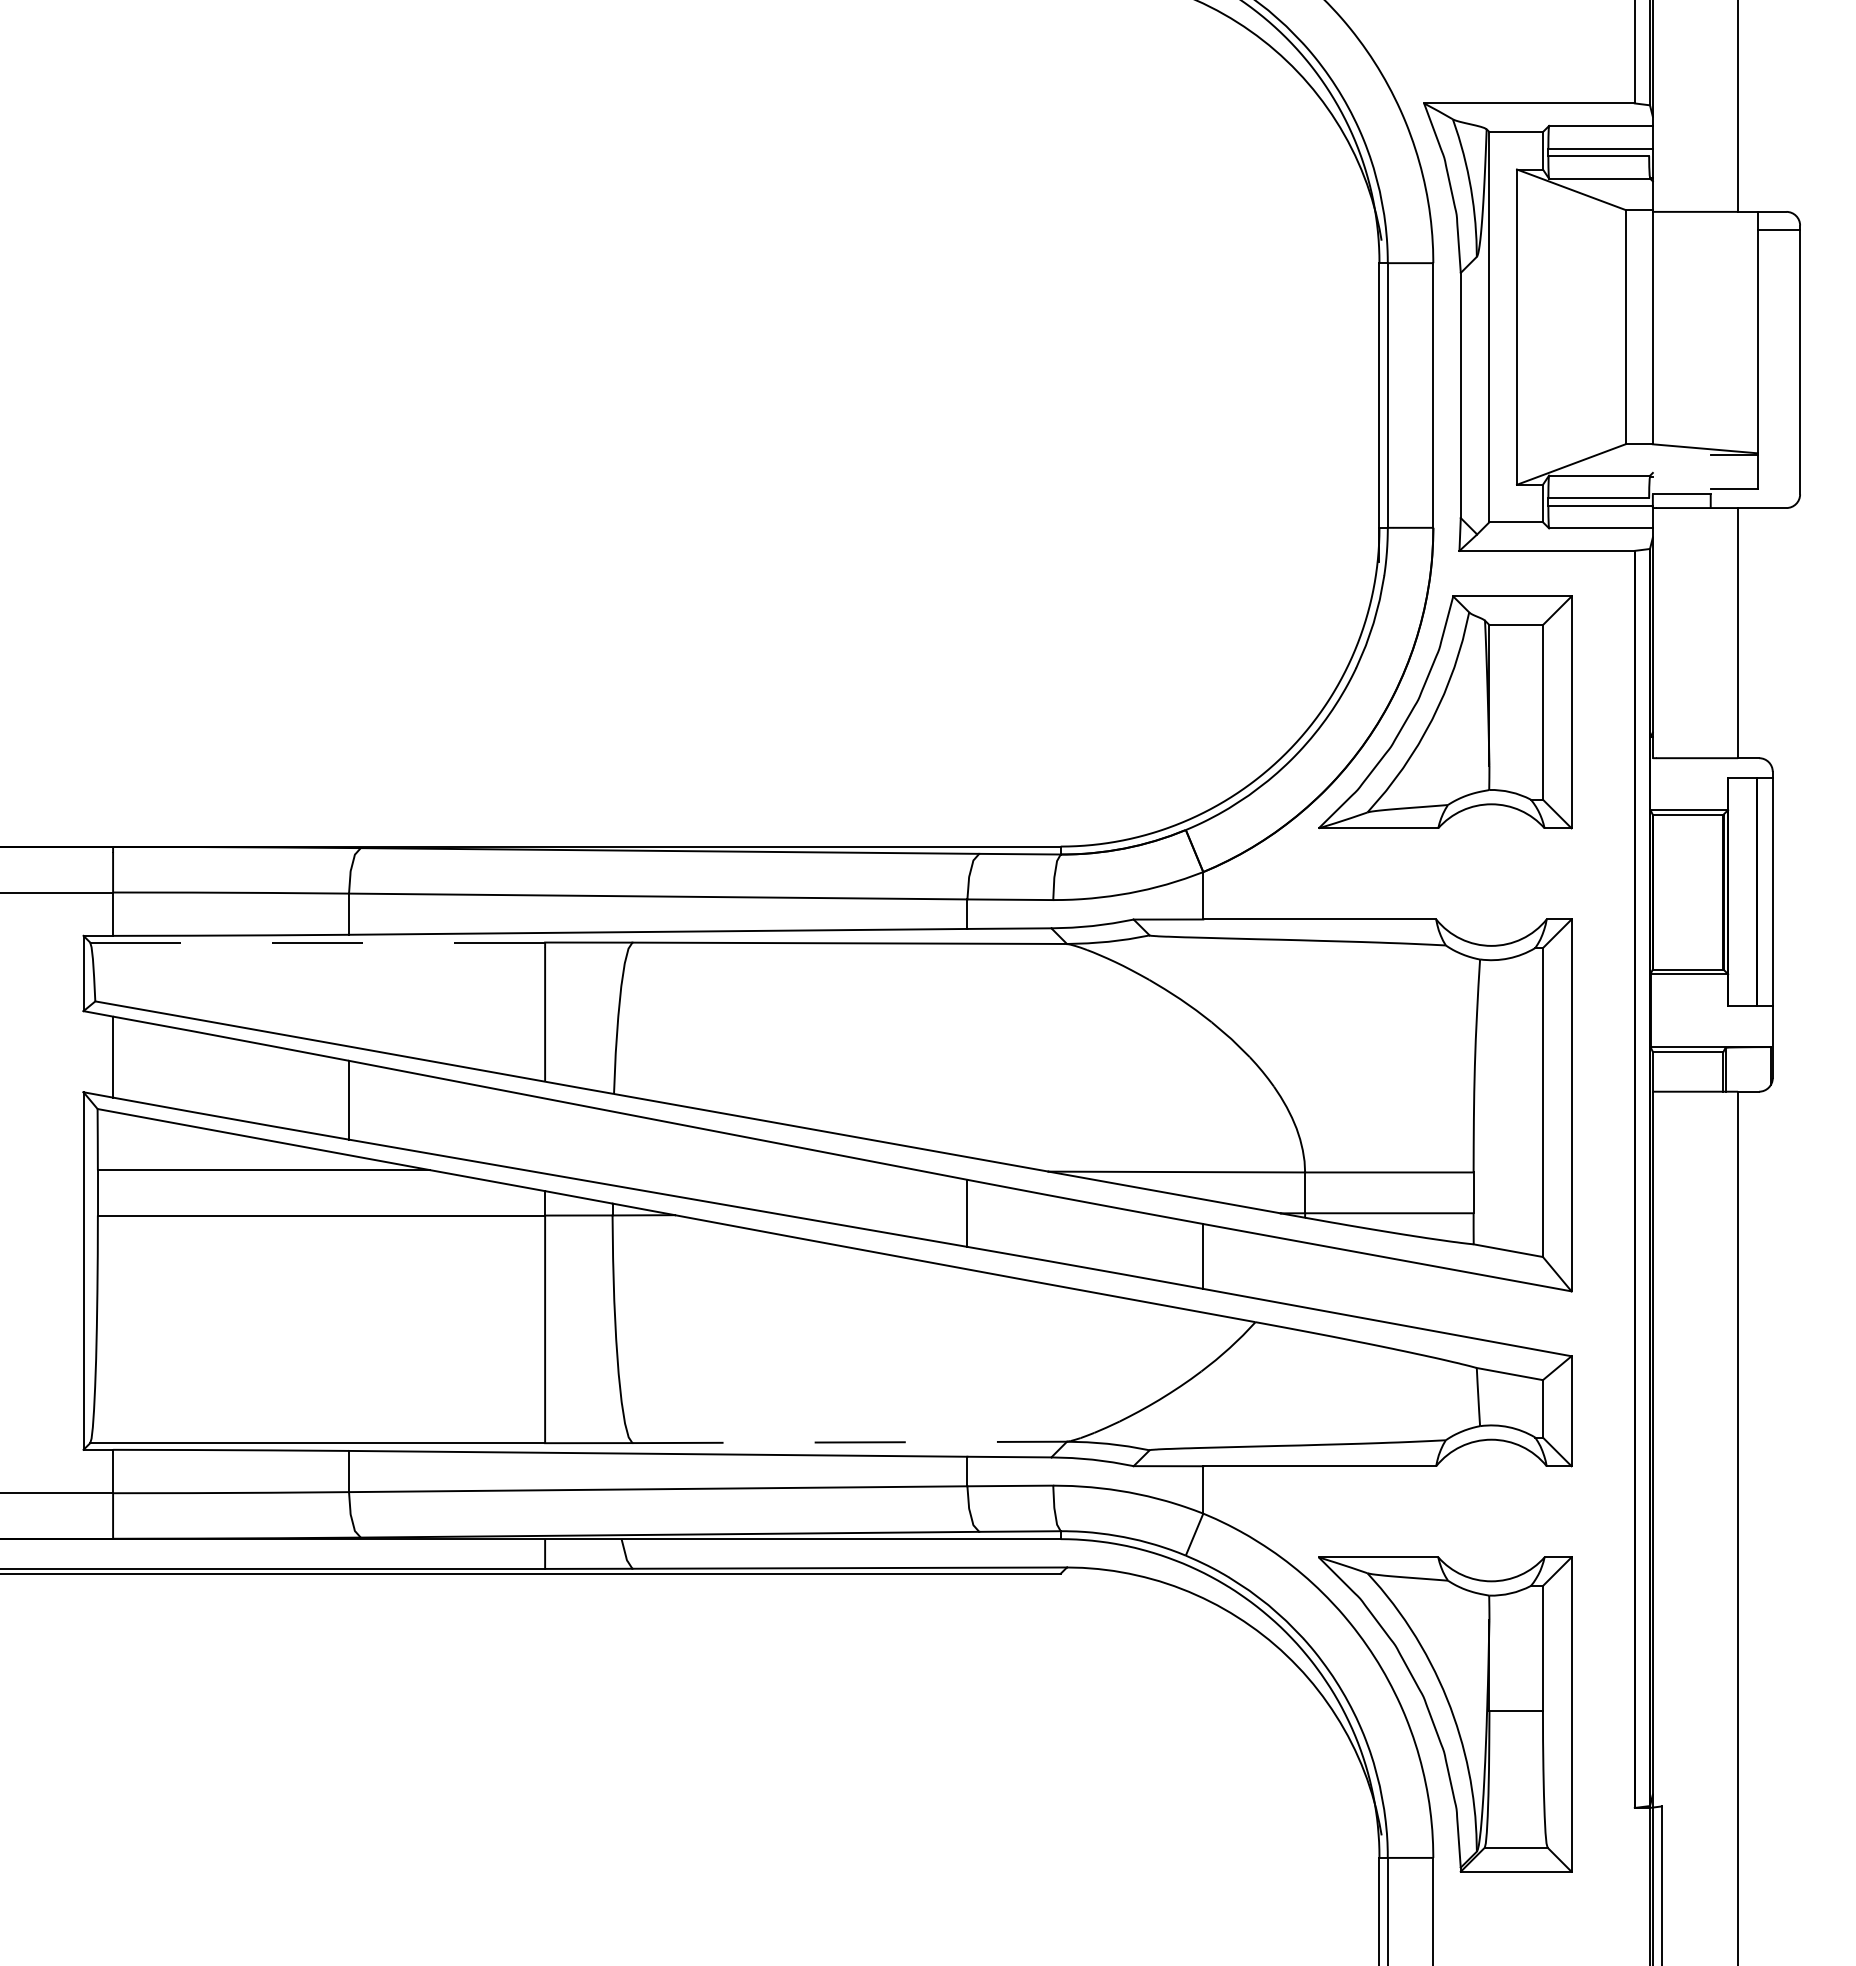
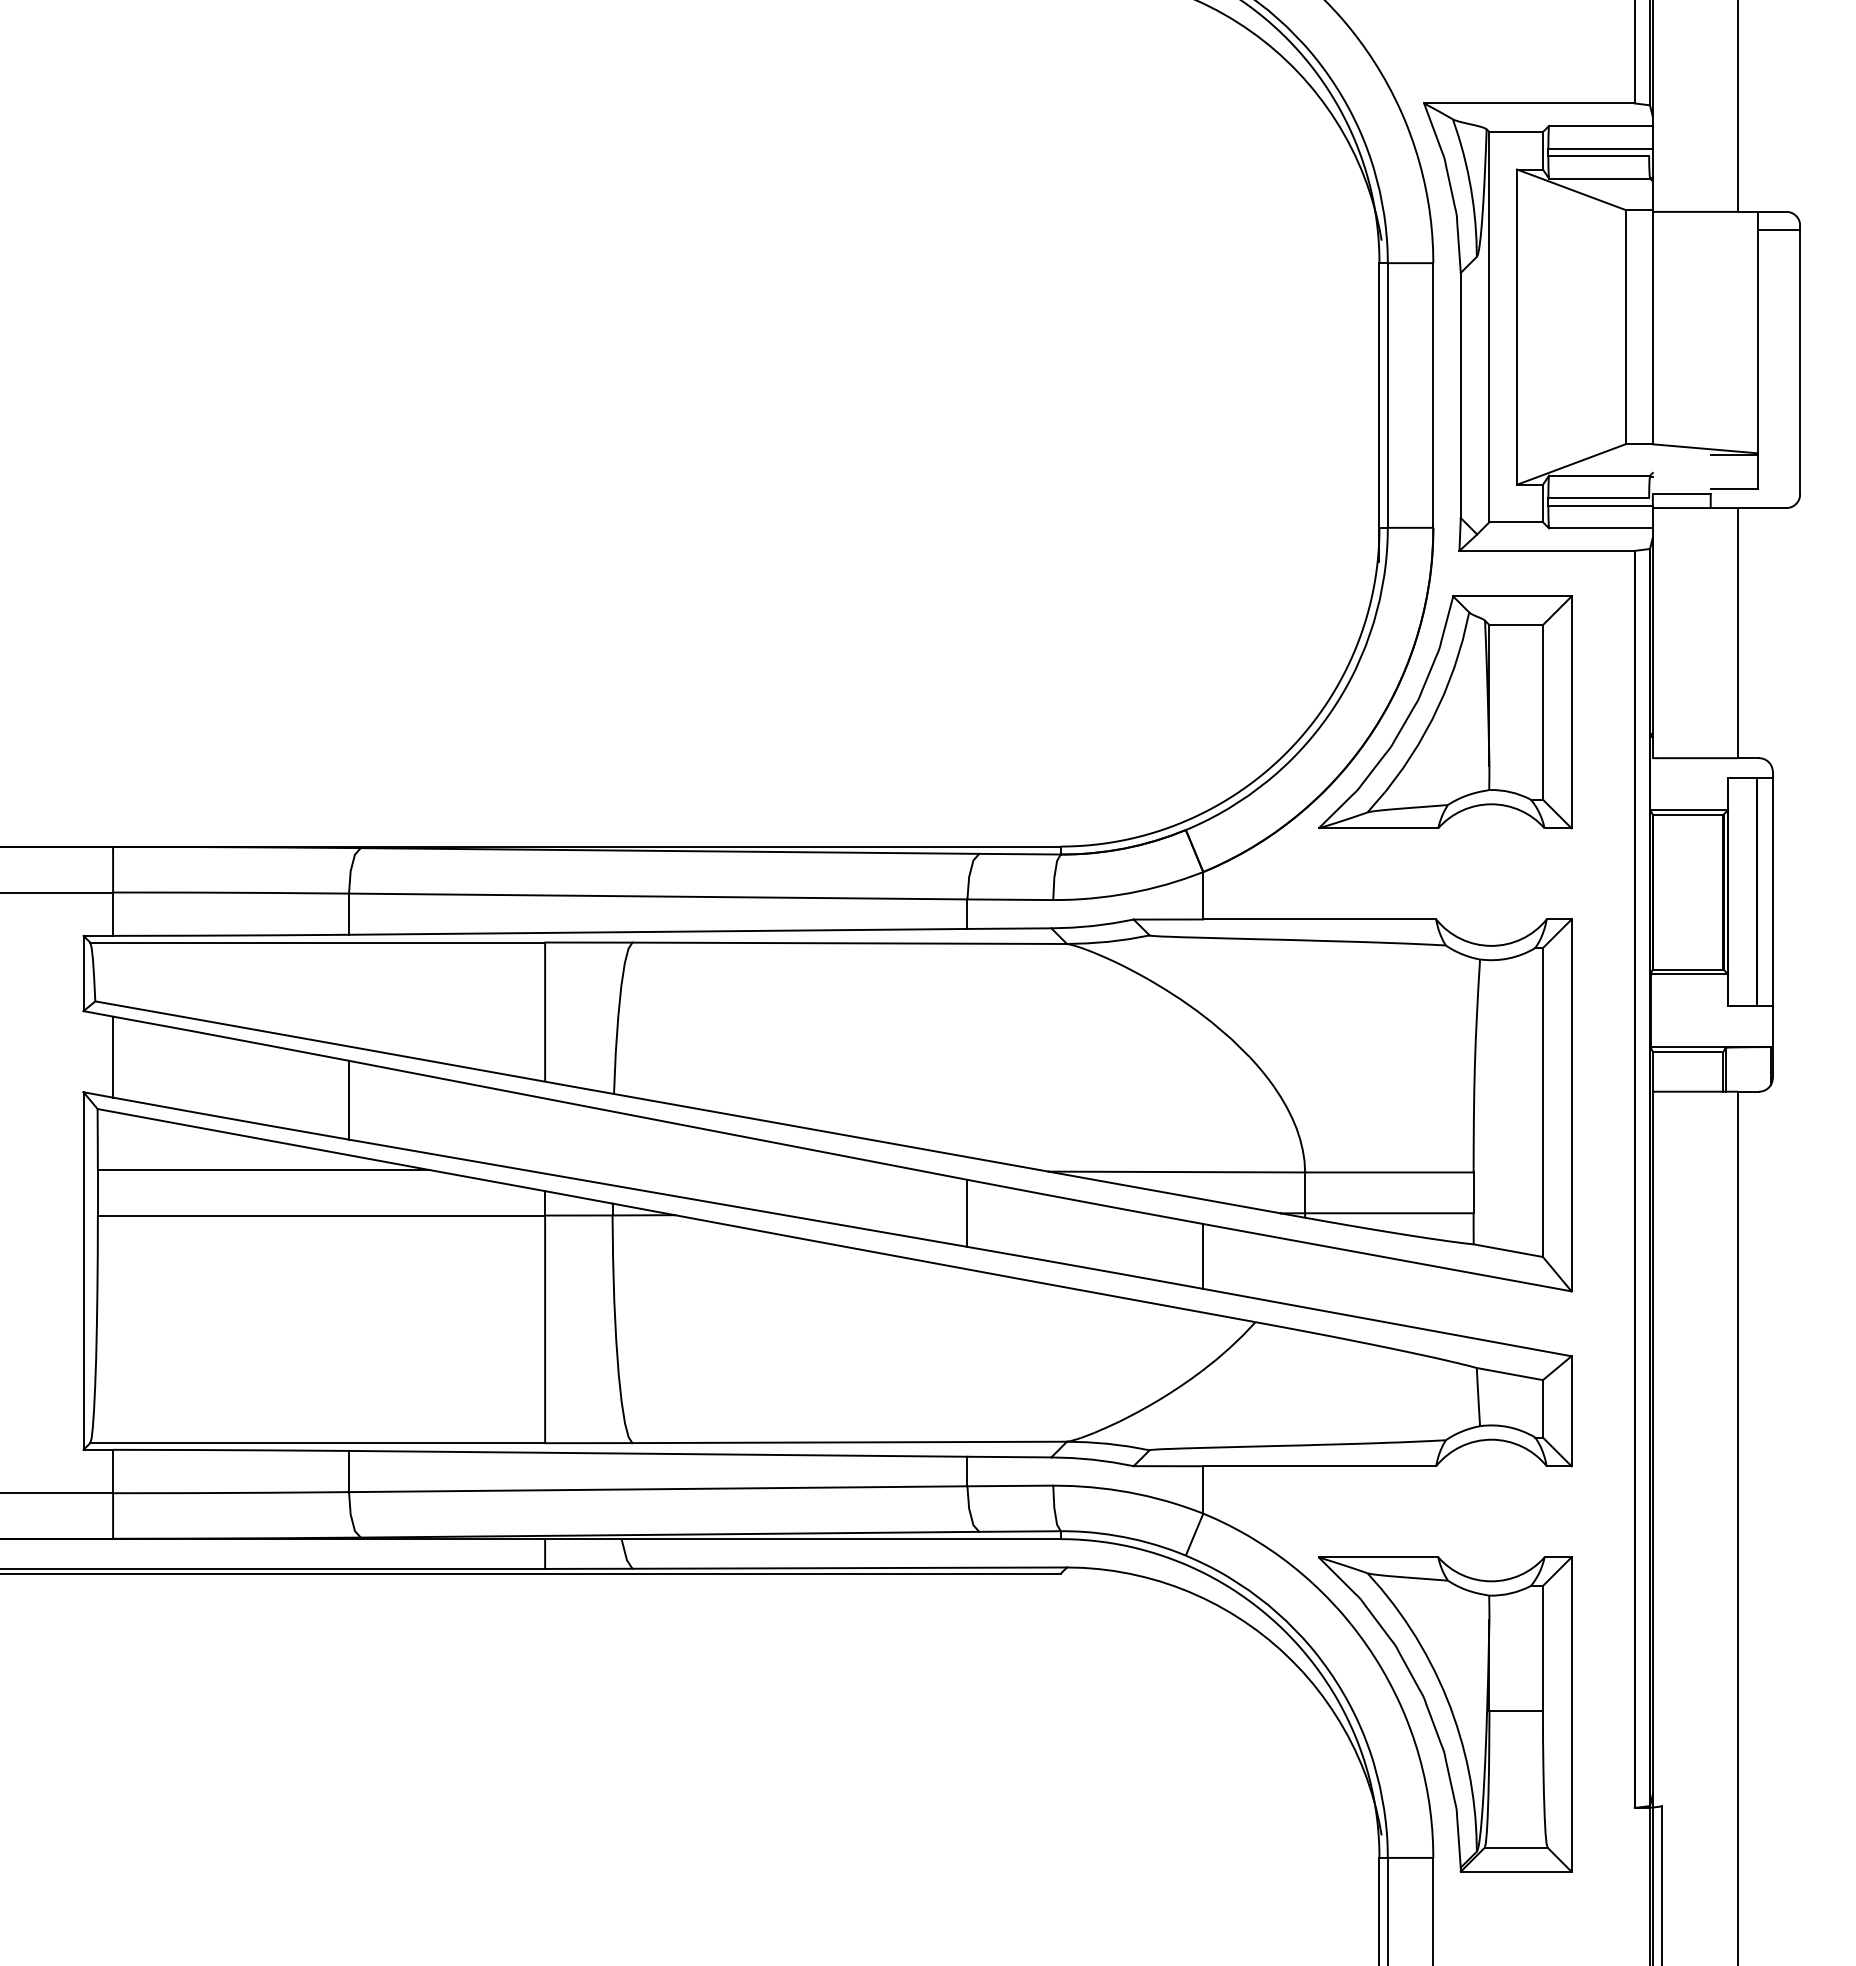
line at (317, 942): dashed -> solid
line at (850, 1442): dashed -> solid
